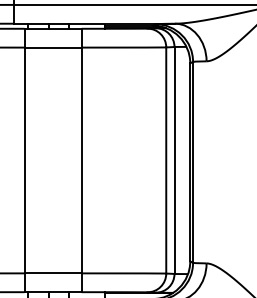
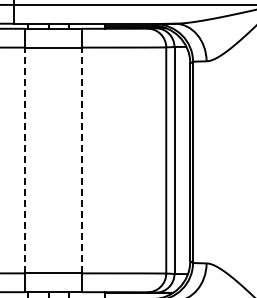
line at (24, 160): solid -> dashed
line at (81, 160): solid -> dashed
